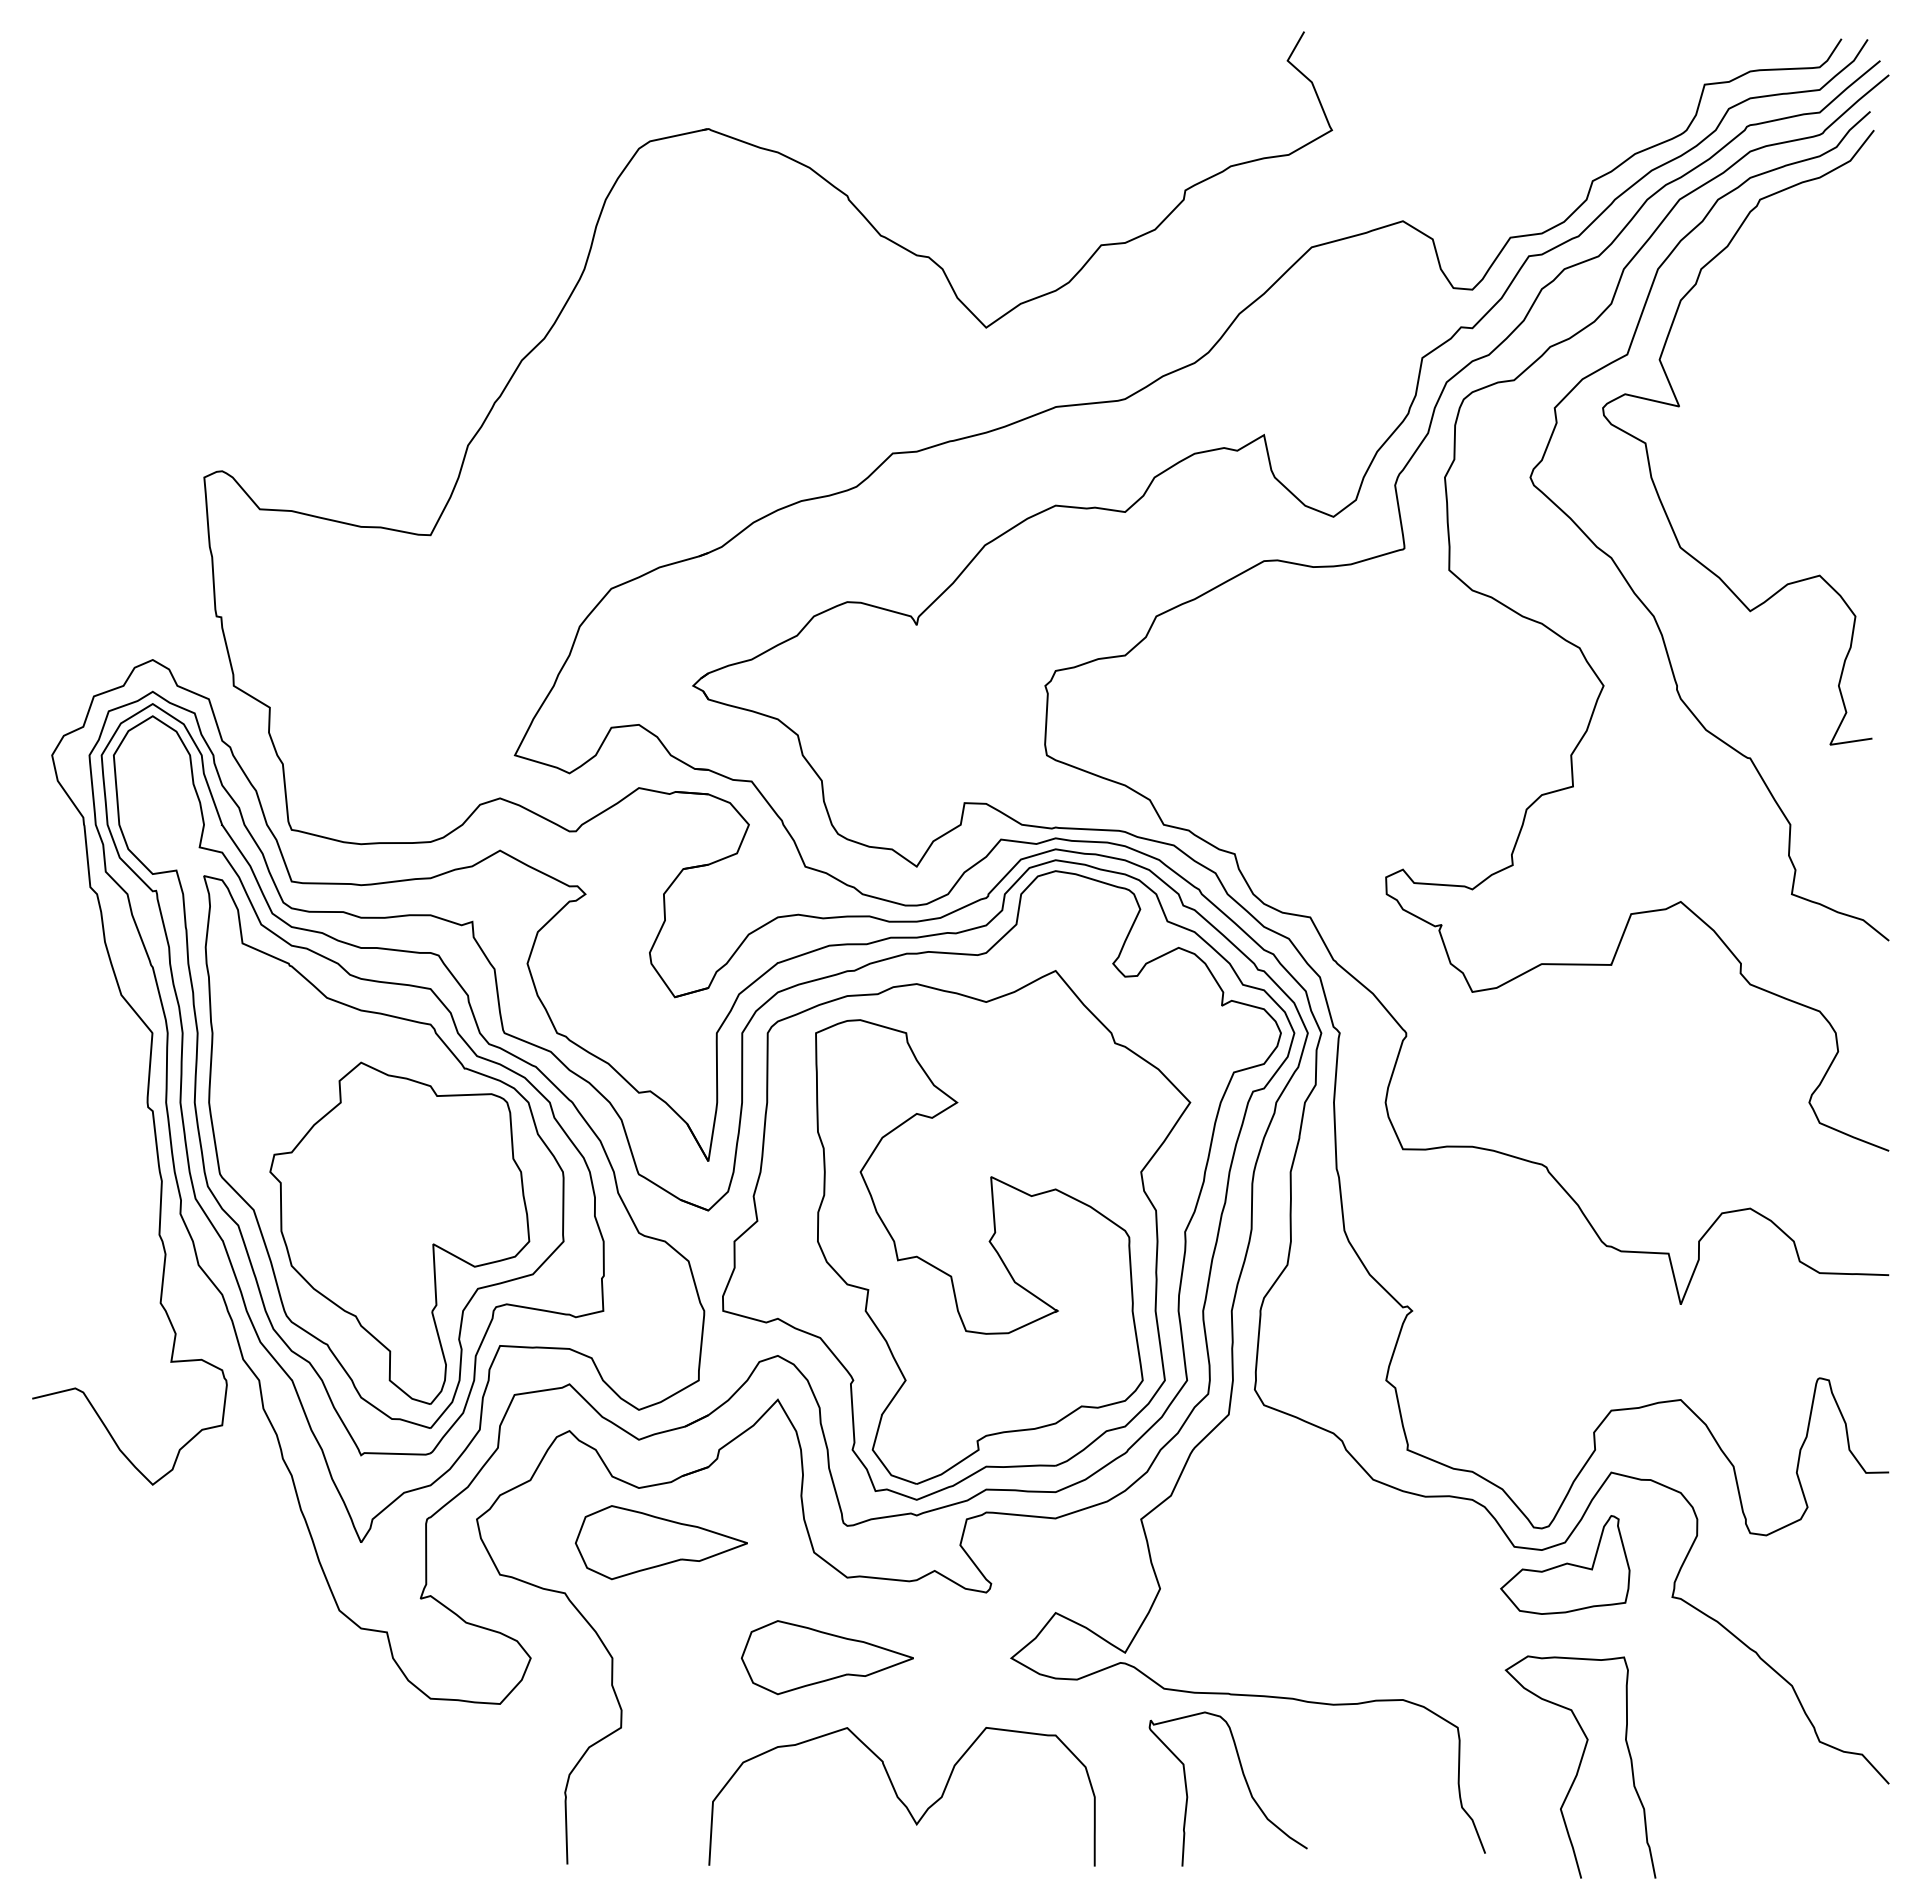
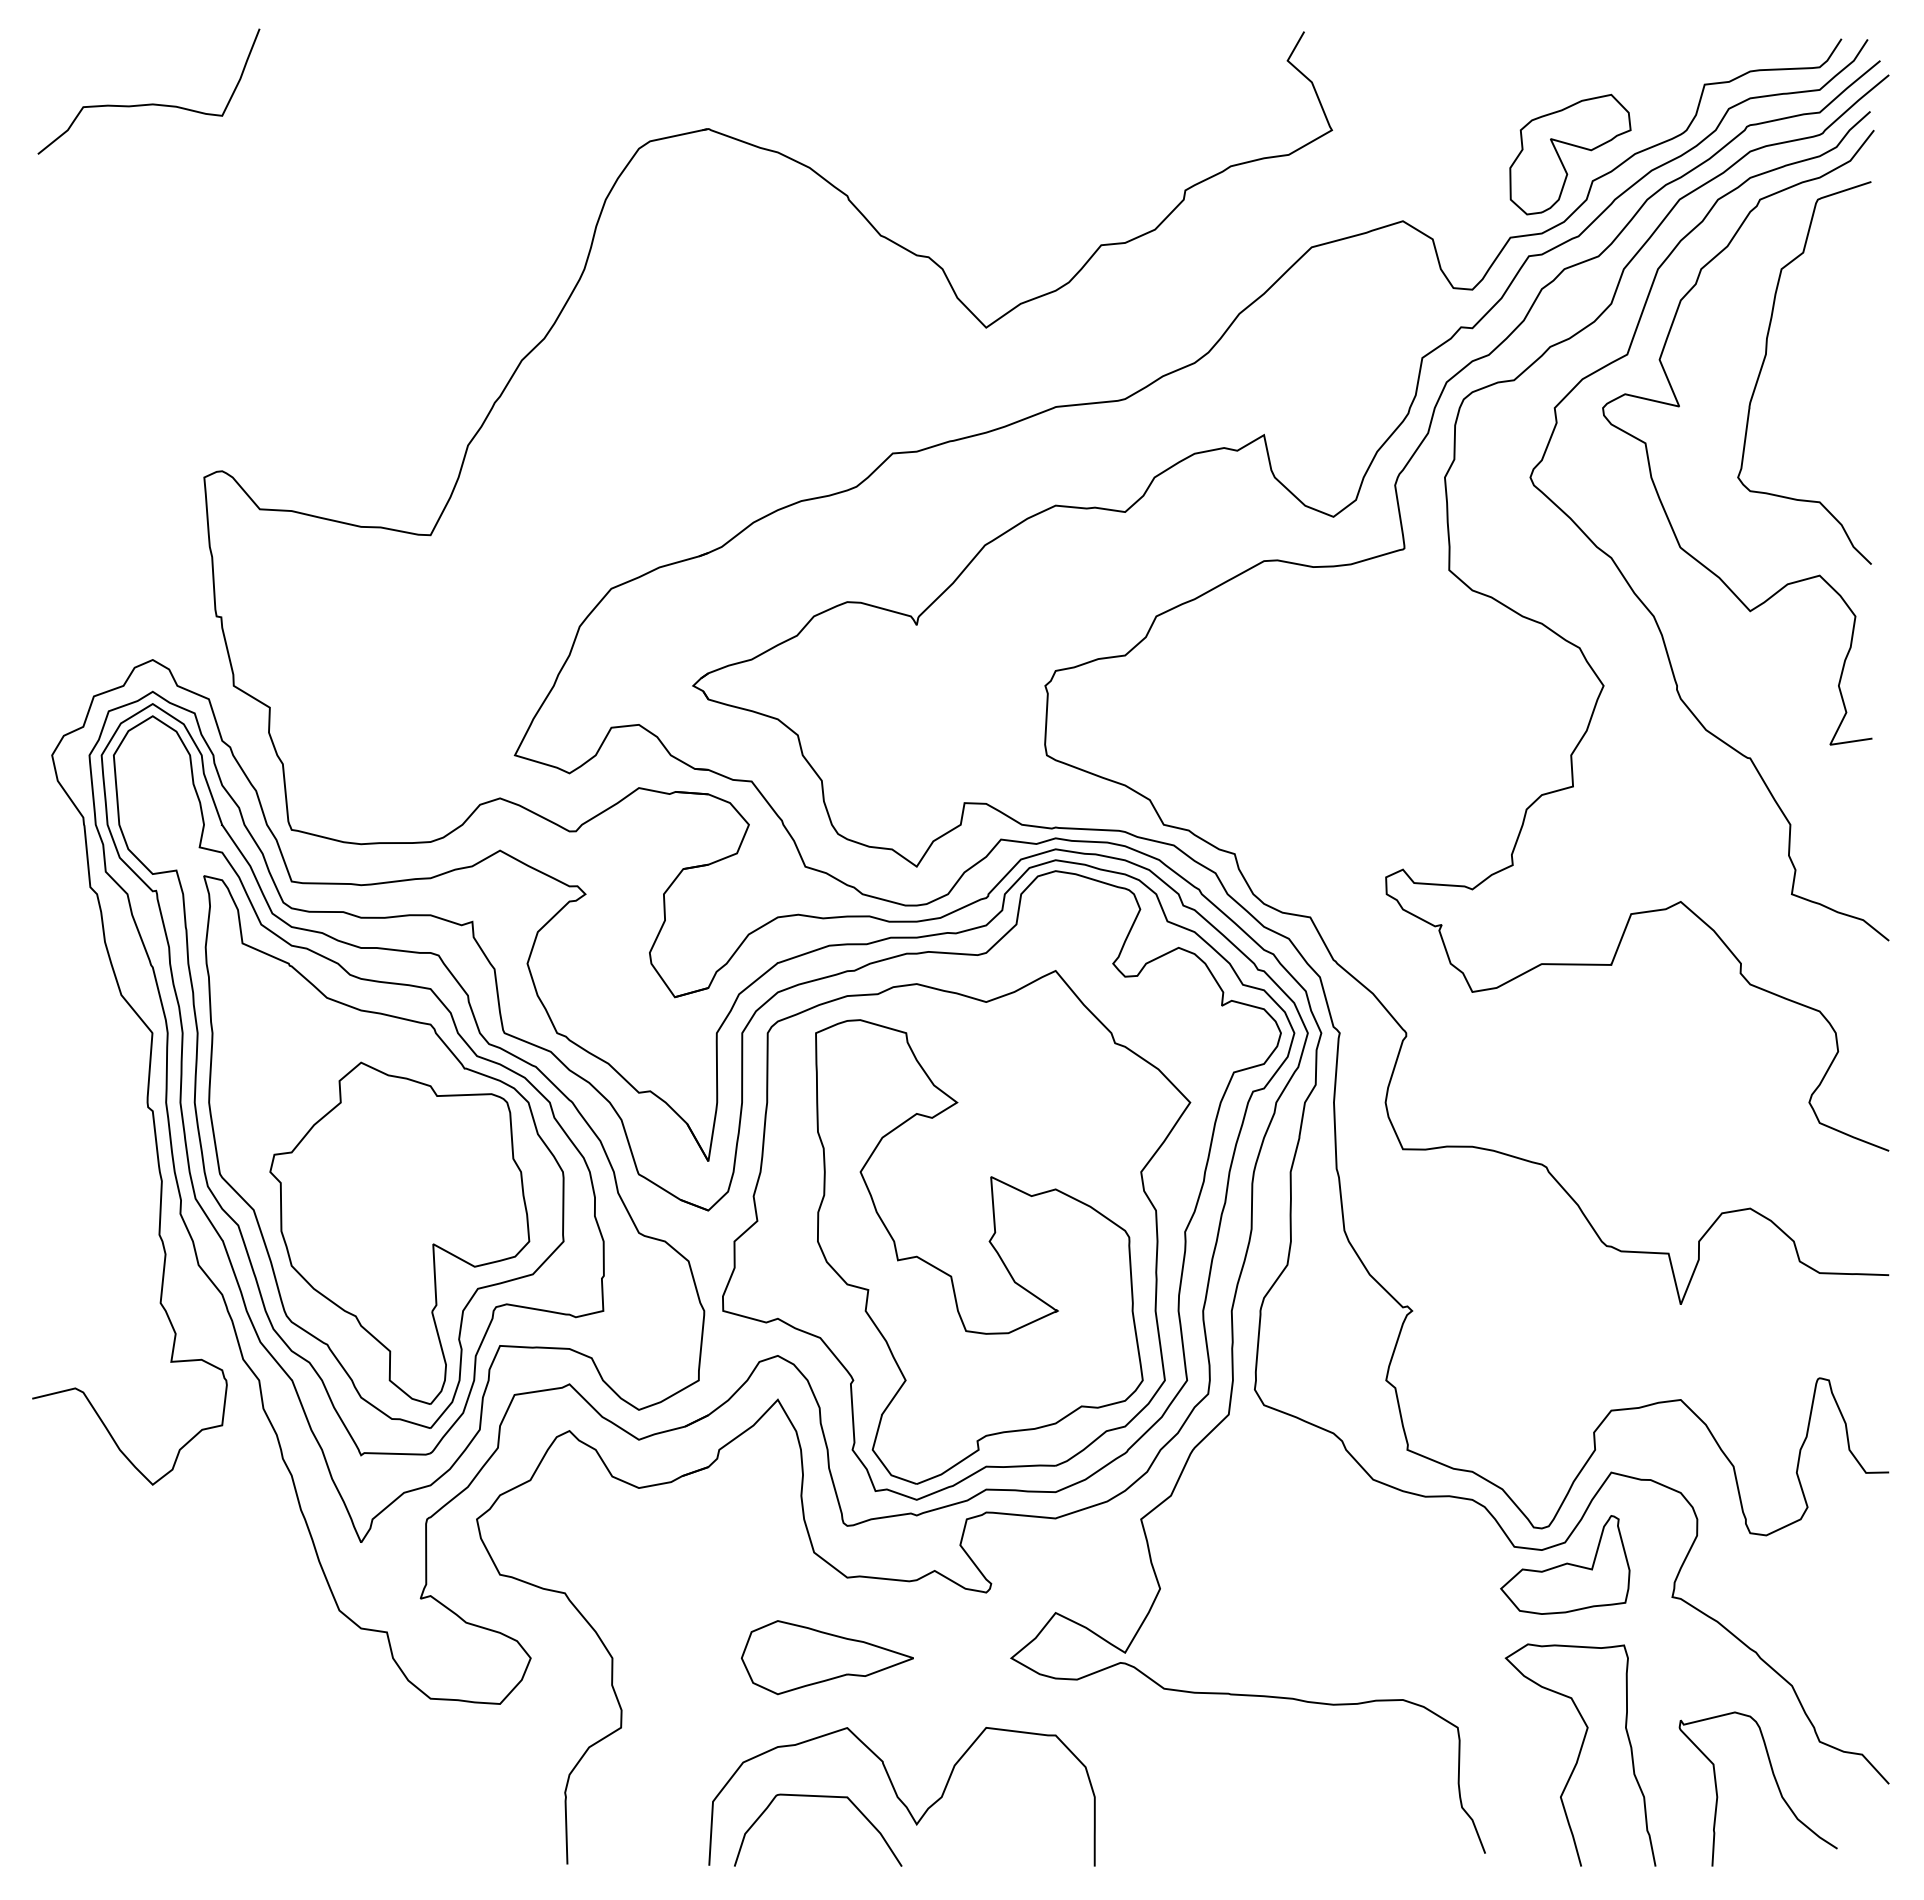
curve at (148, 103): none -> present
part at (1573, 146): none -> present
curve at (1765, 359): none -> present
part at (660, 1542): present -> none
curve at (1580, 1766) position: (1580, 1766) -> (1580, 1754)
curve at (1245, 1782) position: (1245, 1782) -> (1775, 1782)
curve at (818, 1797): none -> present
